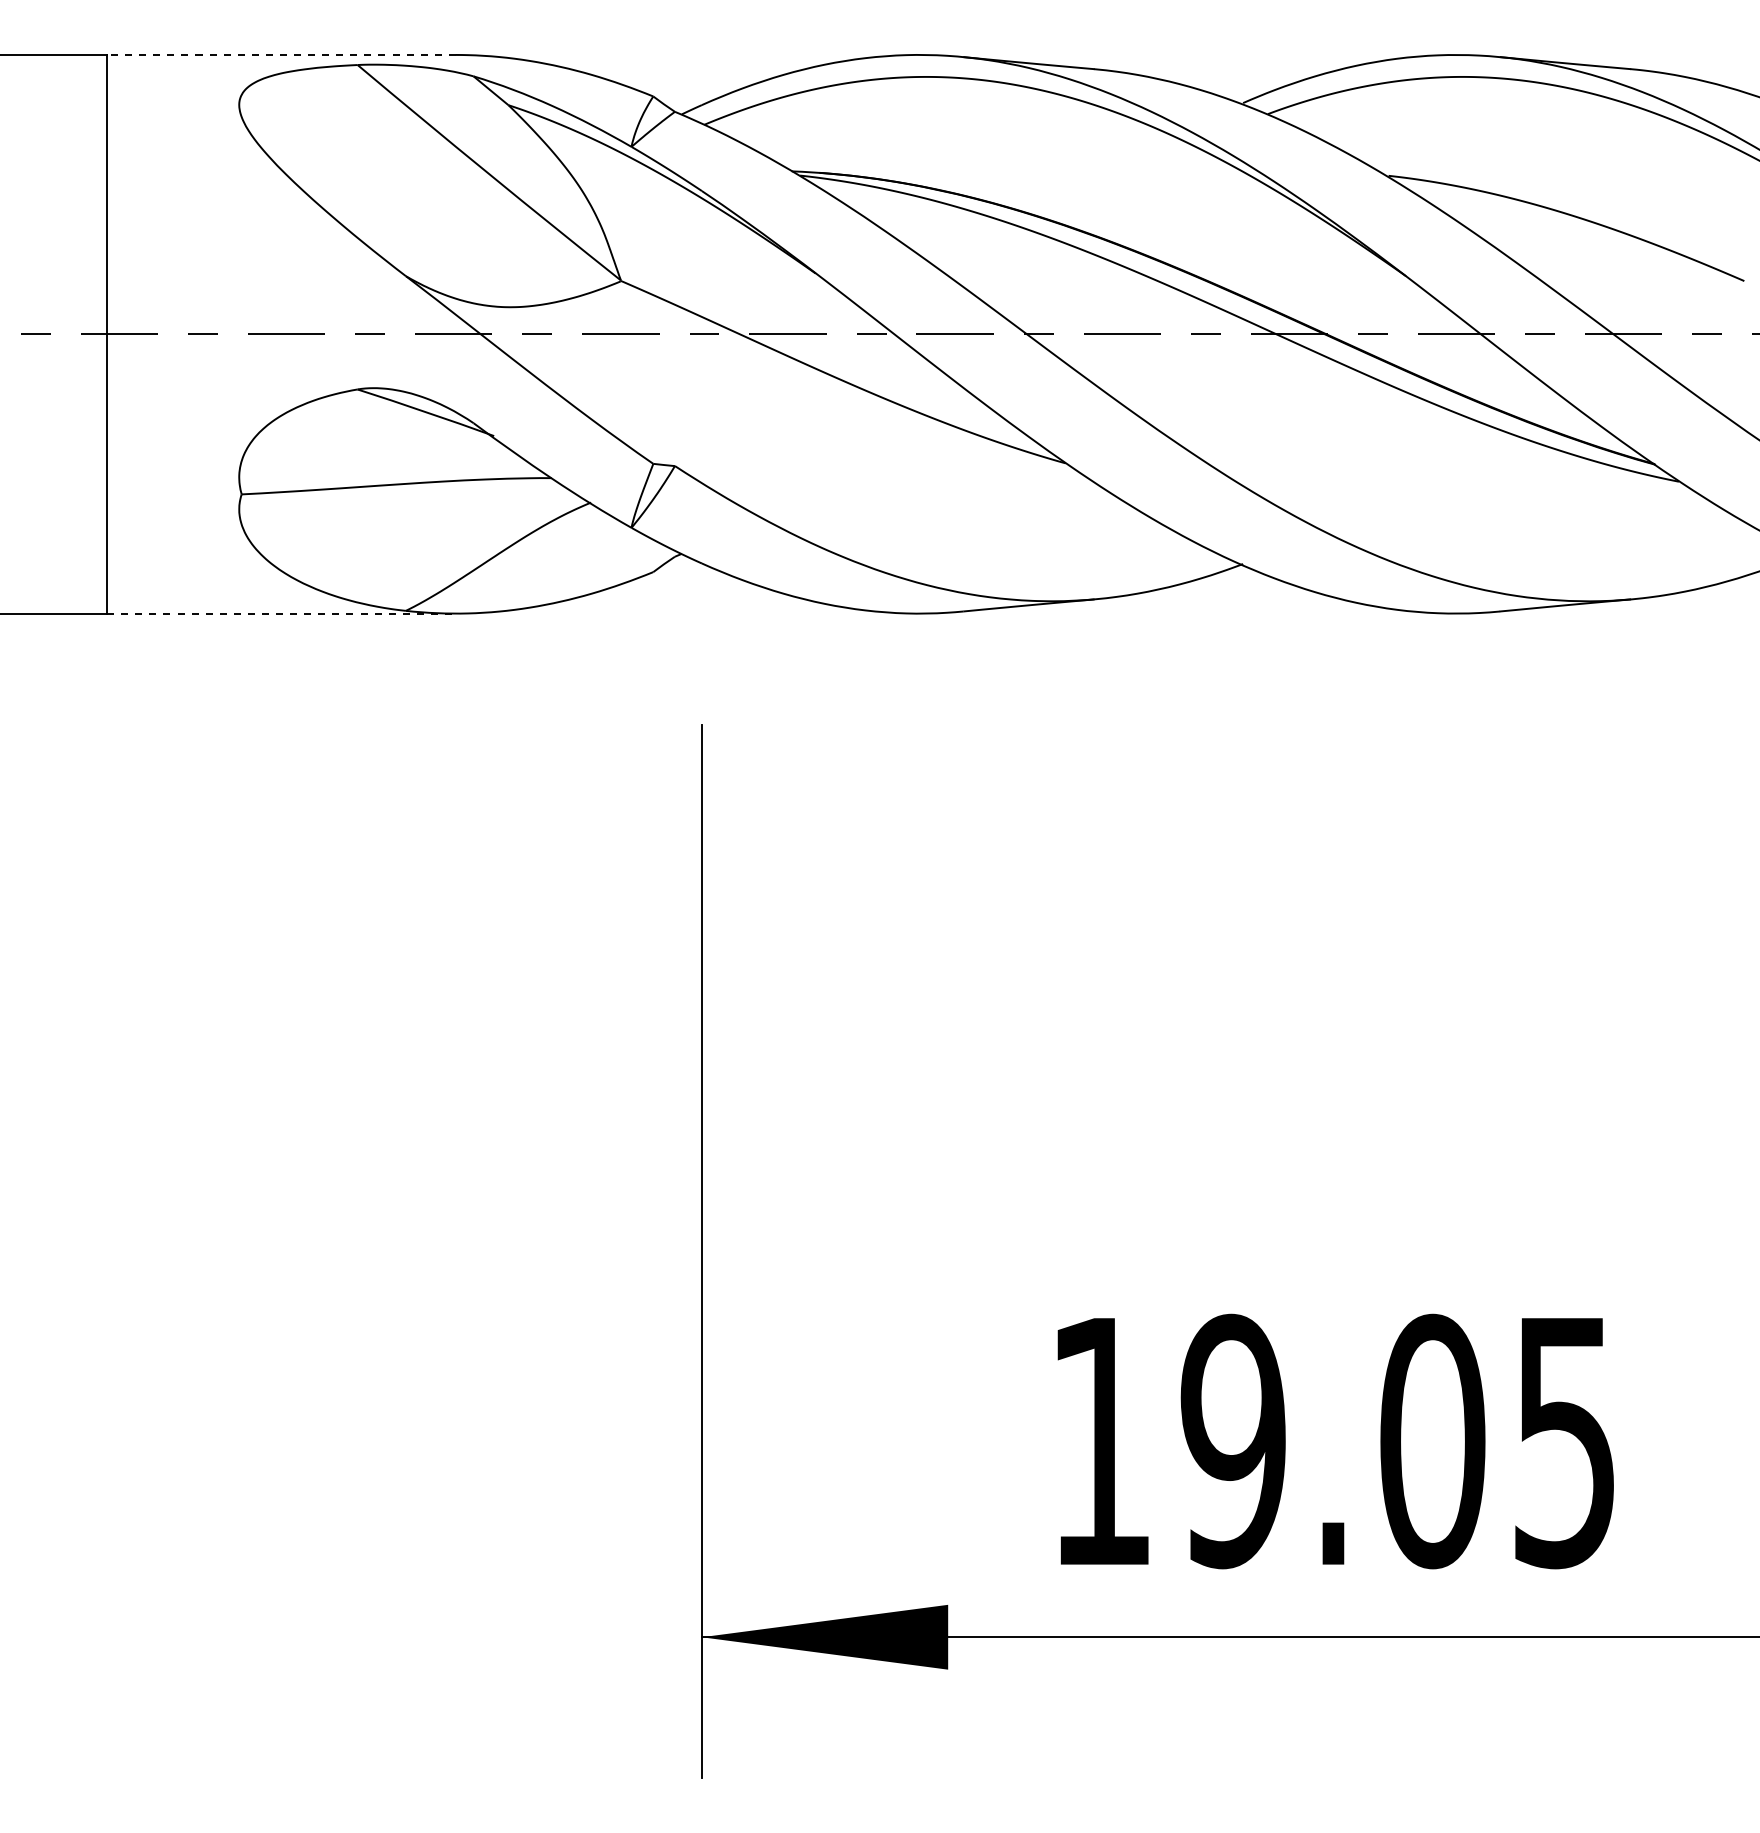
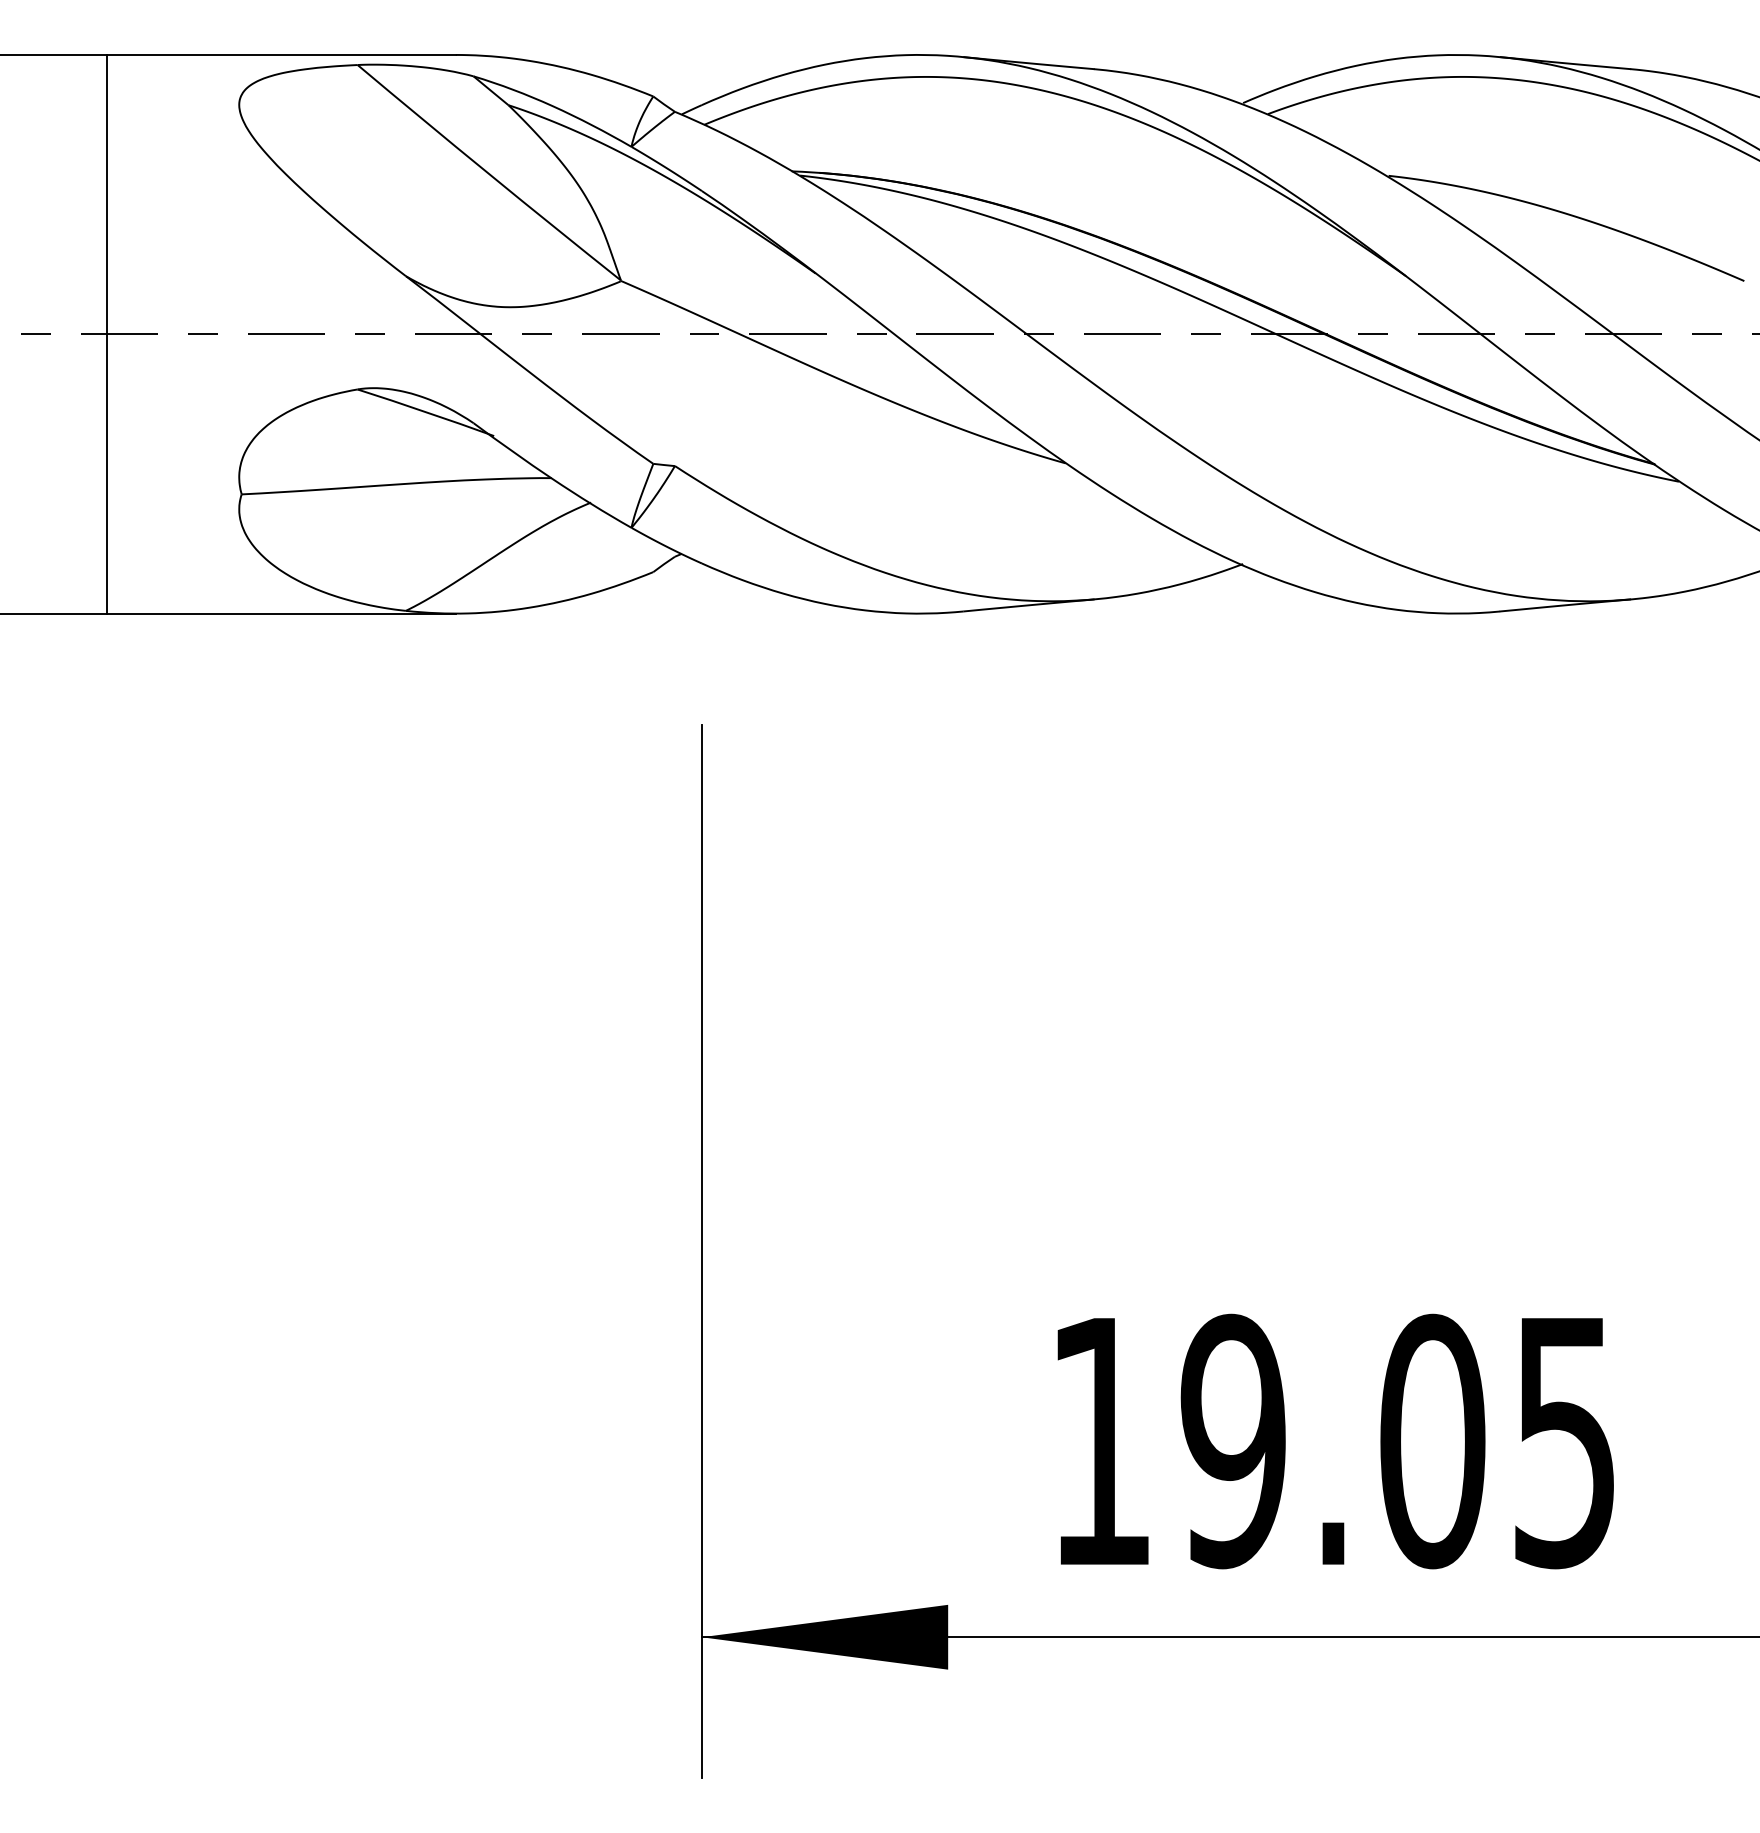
line at (281, 54): dashed -> solid
line at (282, 613): dashed -> solid
